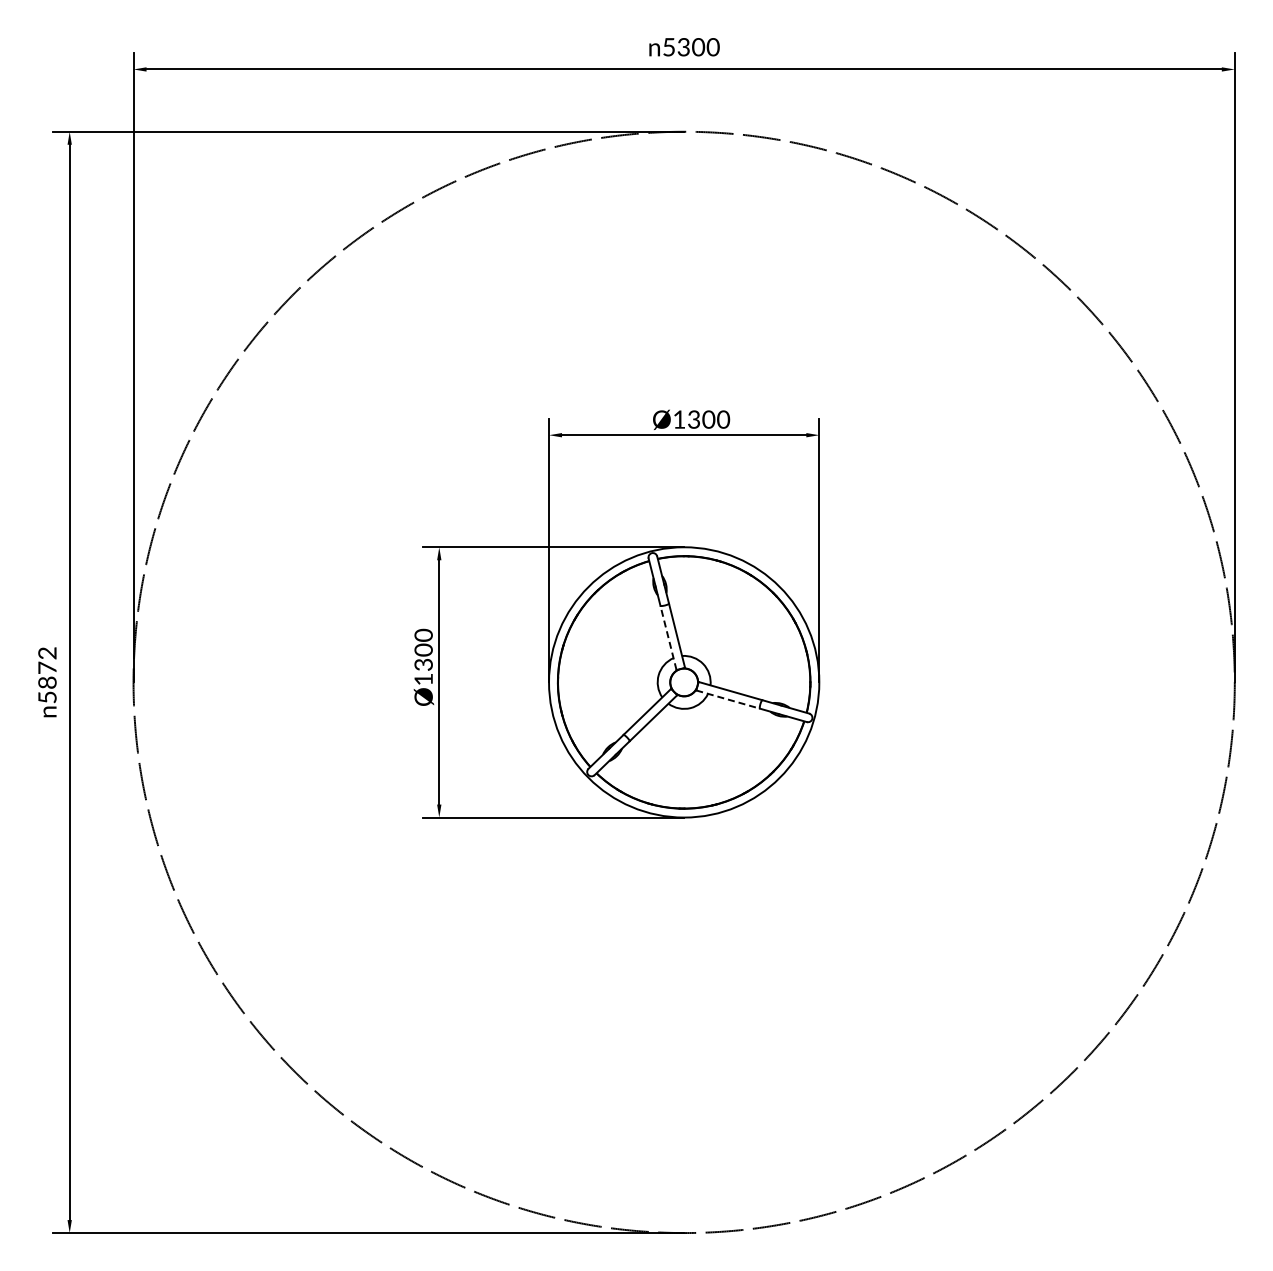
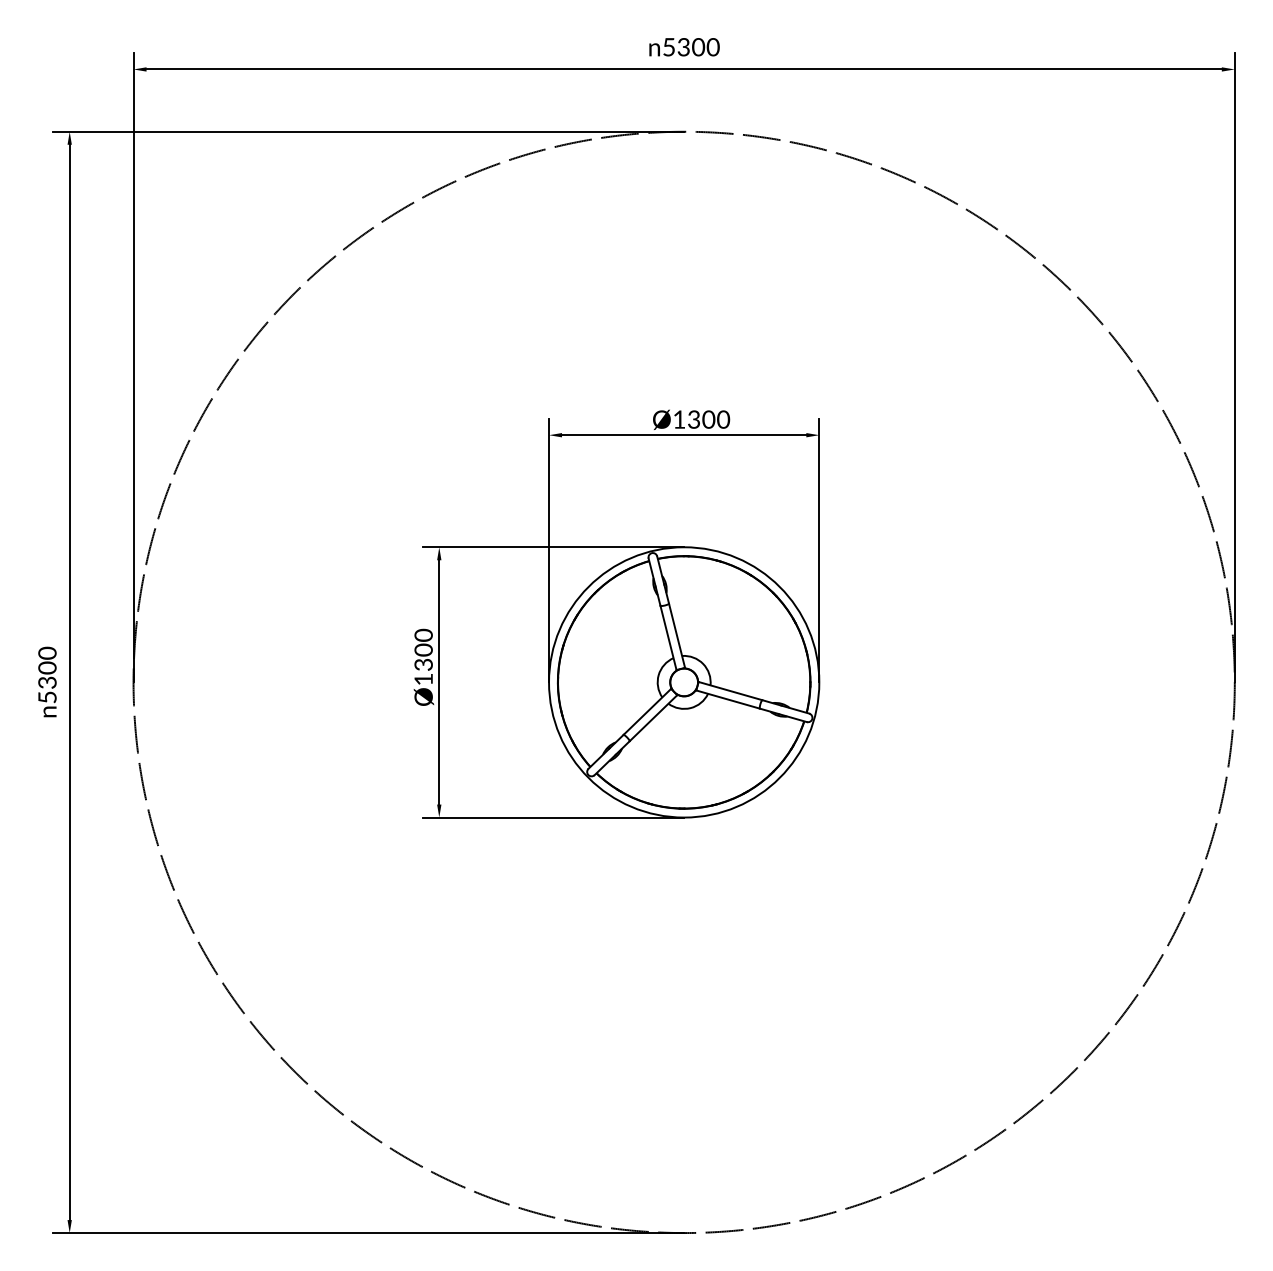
line at (668, 637): dashed -> solid
text at (47, 667): 5872 -> 5300
line at (728, 699): dashed -> solid
